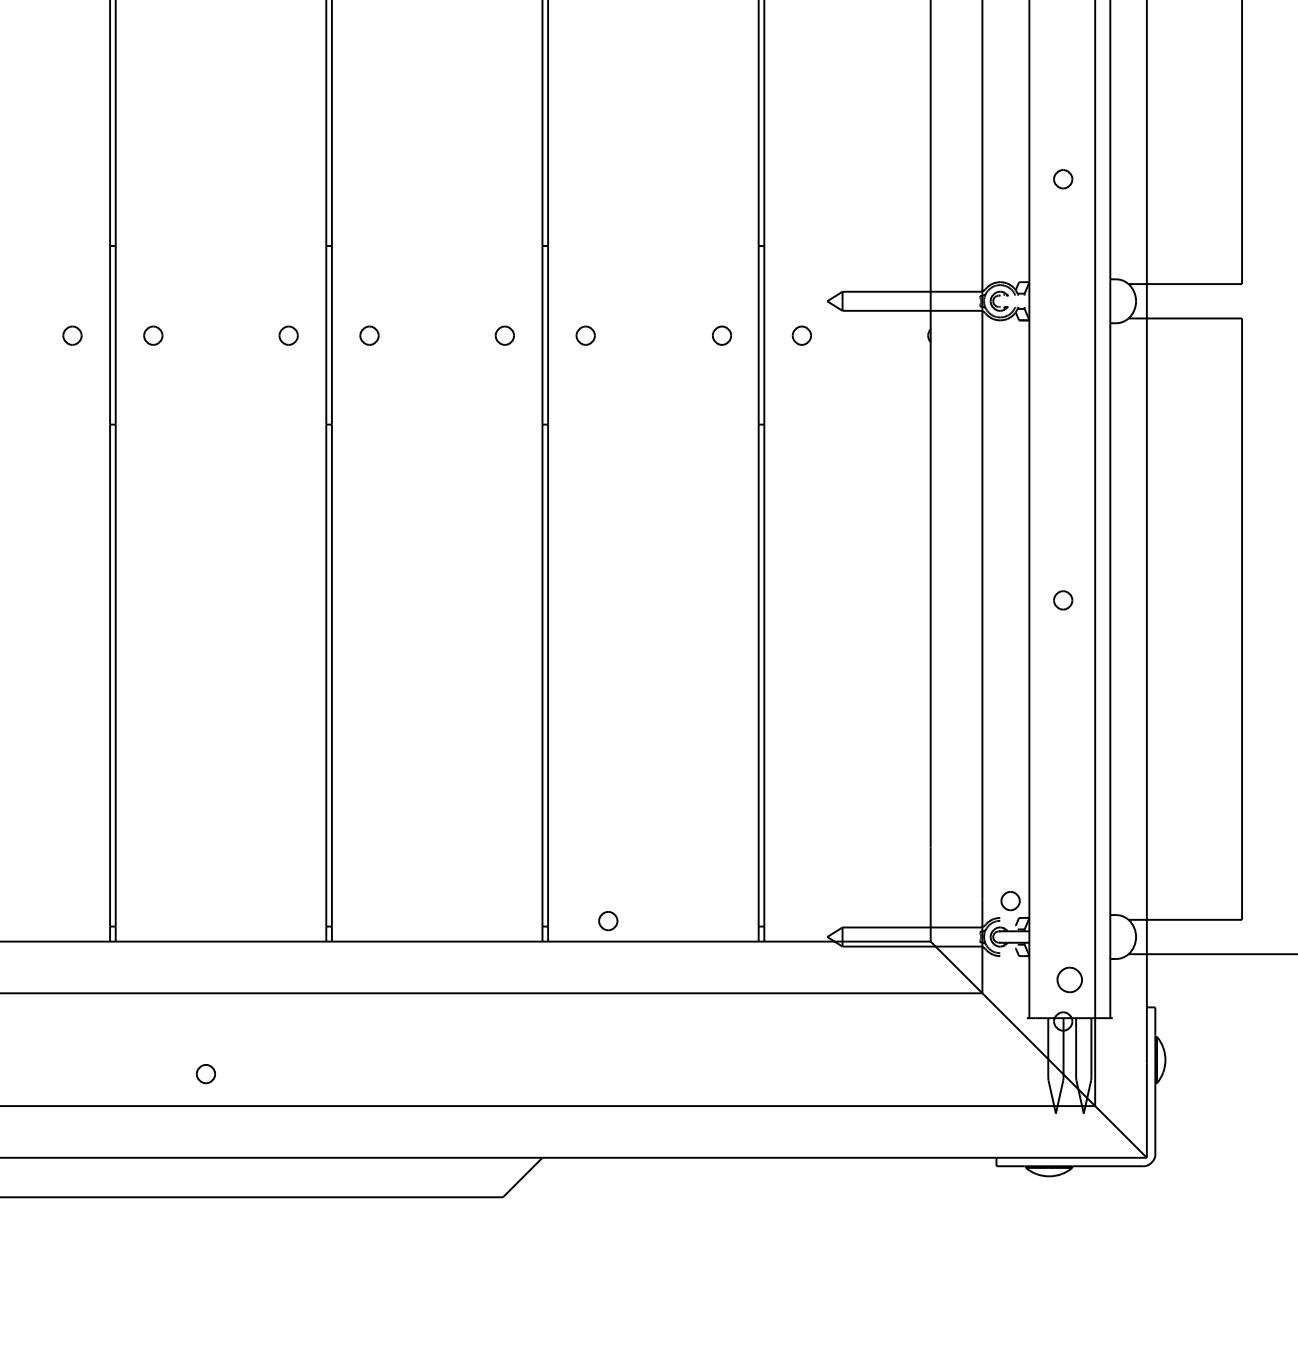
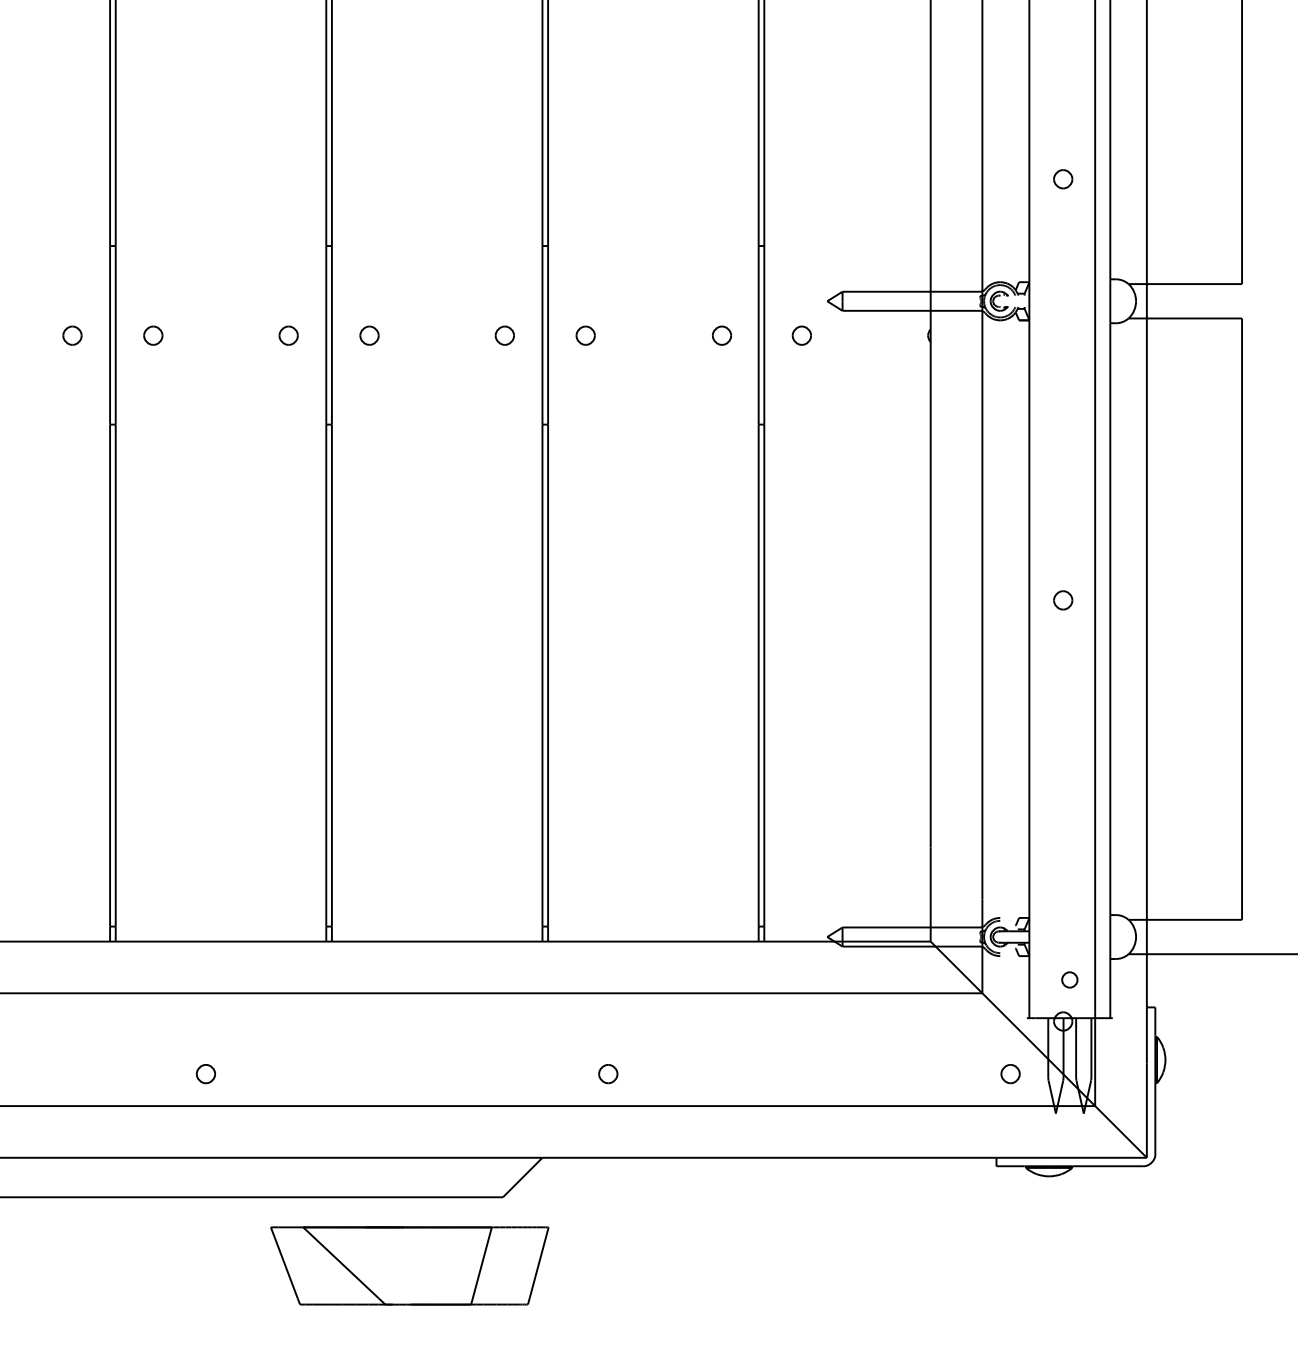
part at (1010, 901) position: (1010, 901) -> (1010, 1074)
part at (608, 921) position: (608, 921) -> (608, 1074)
part at (1069, 979) size: 27x28 px -> 18x18 px
part at (409, 1265): none -> present
